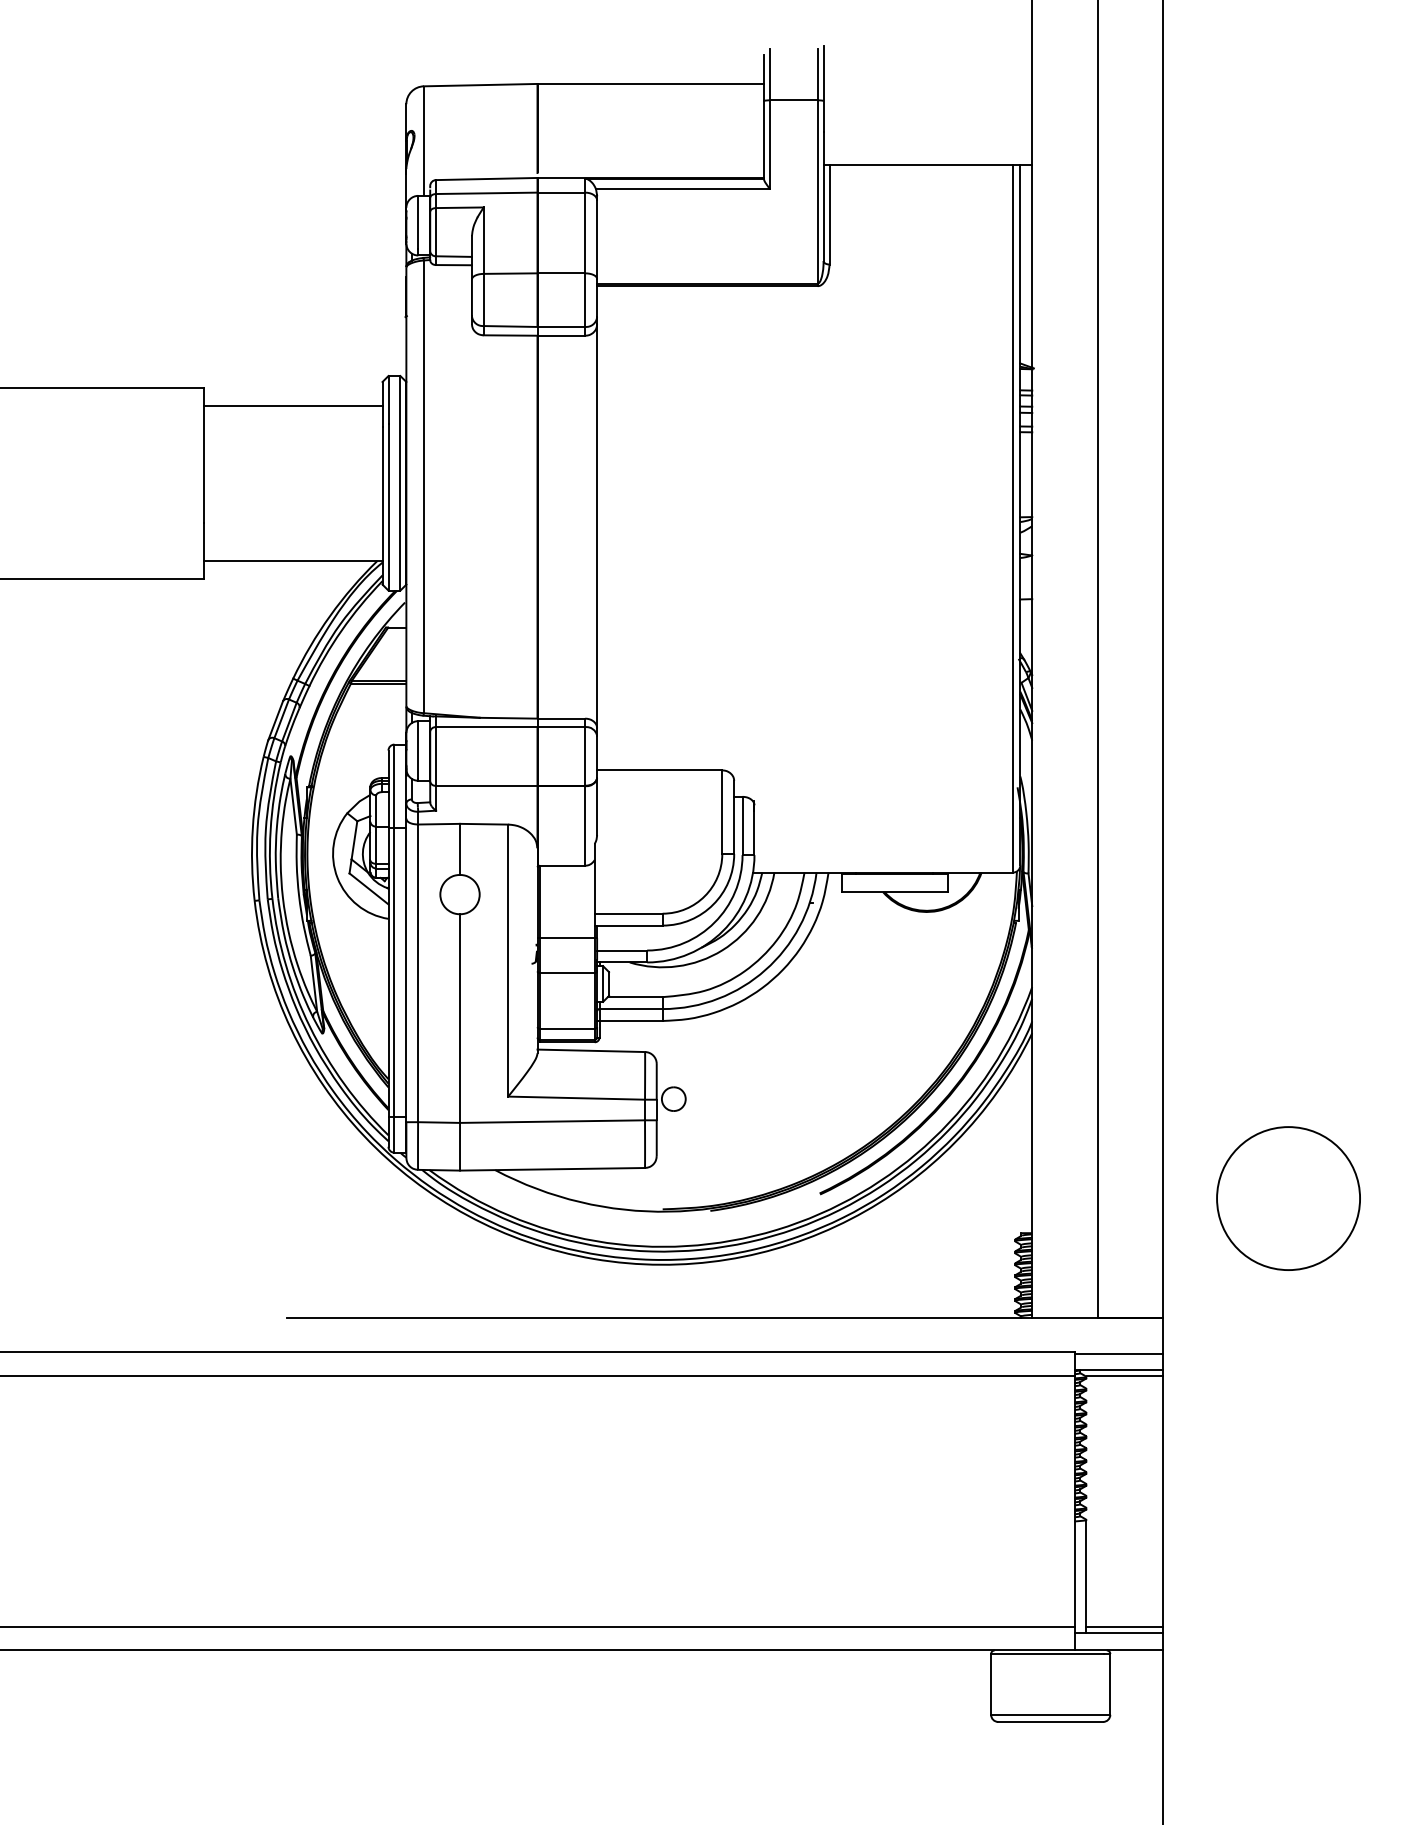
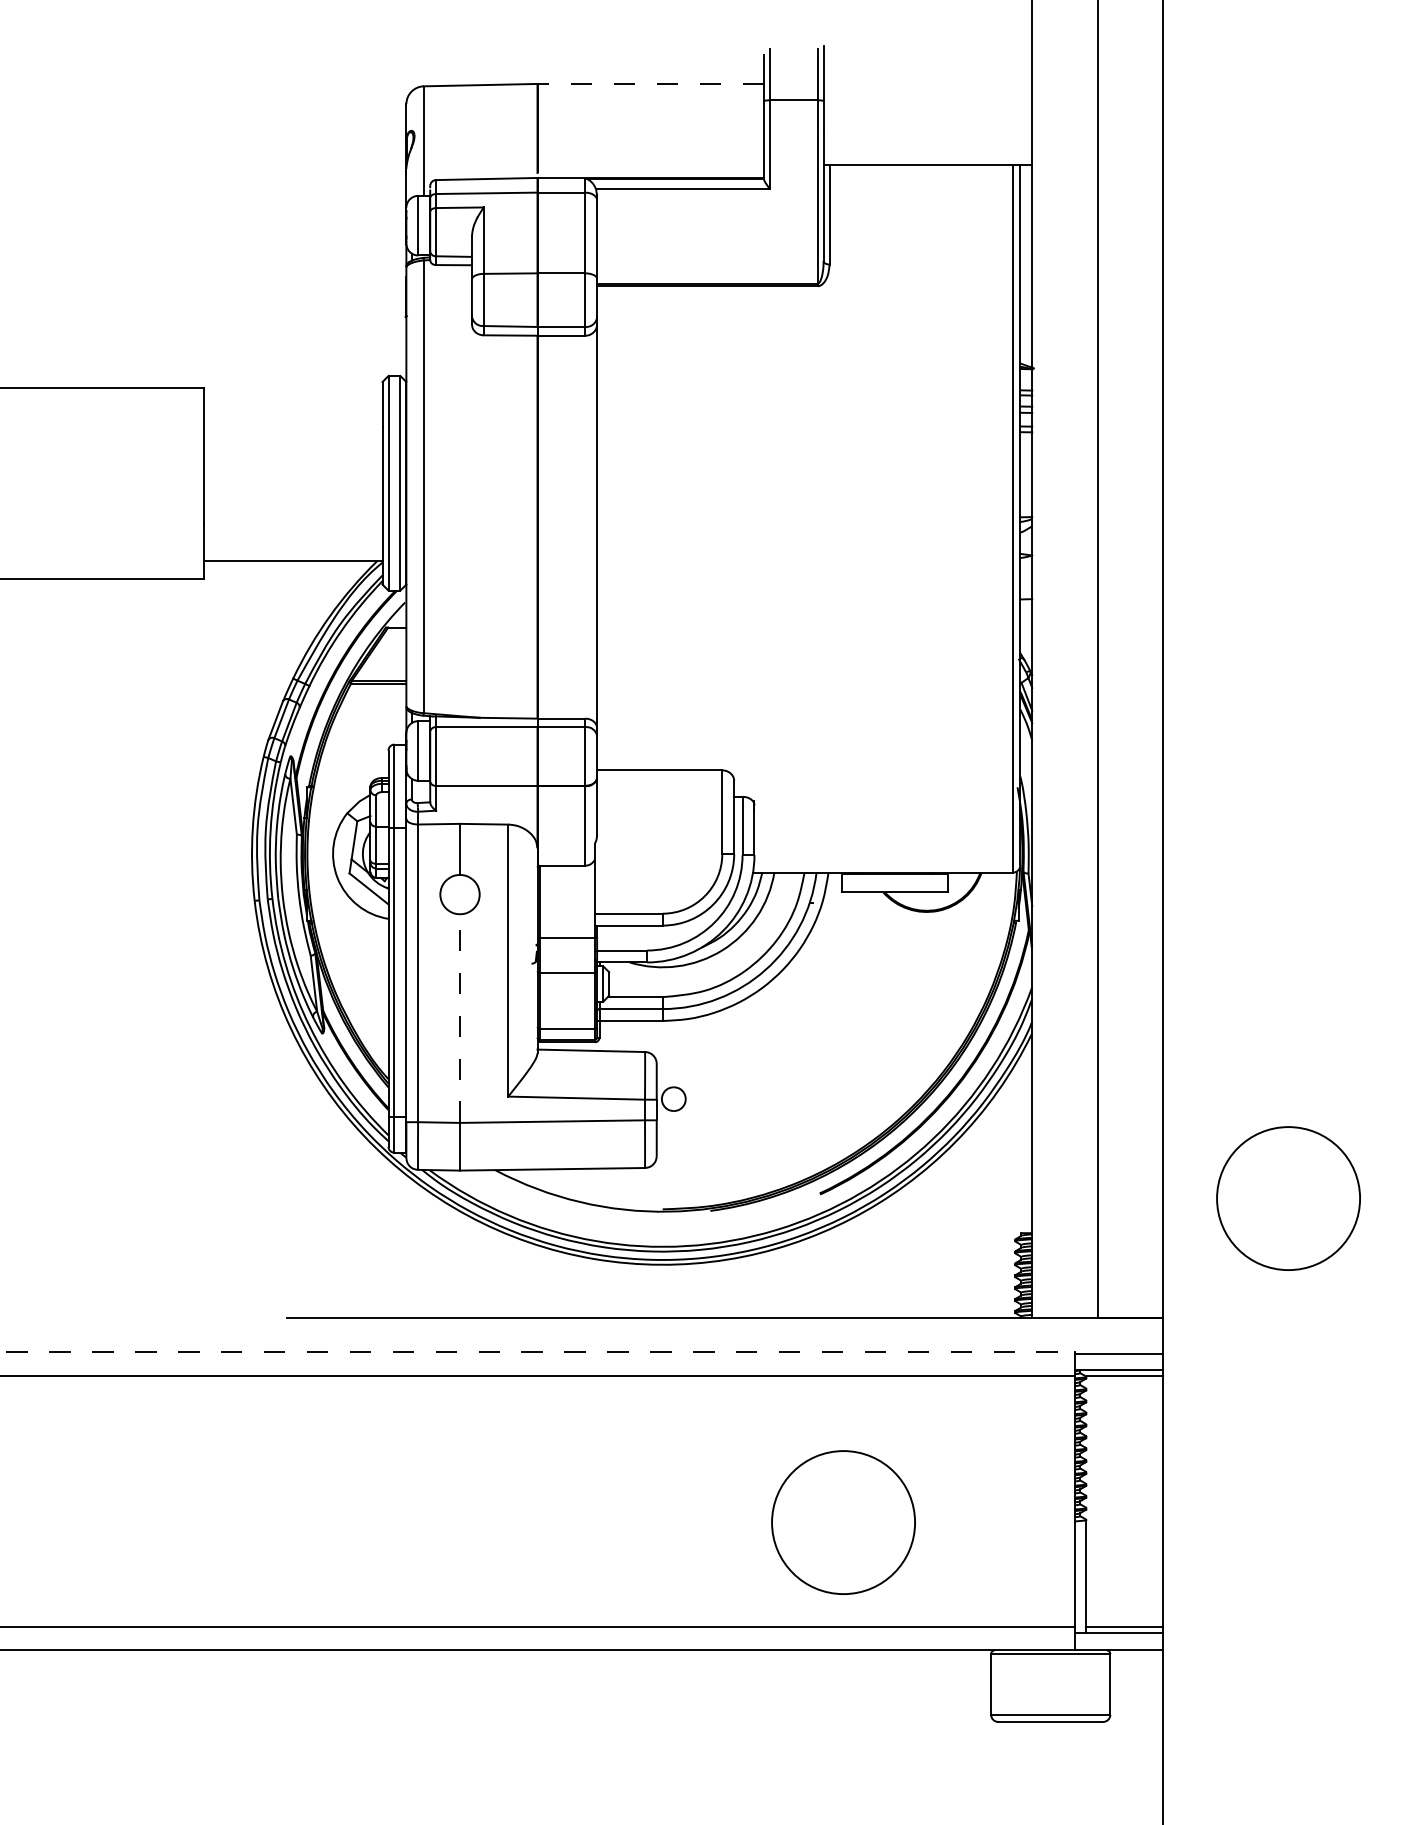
line at (650, 83): solid -> dashed
line at (292, 405): present -> none
line at (460, 1018): solid -> dashed
line at (537, 1352): solid -> dashed
circle at (843, 1522): none -> present
